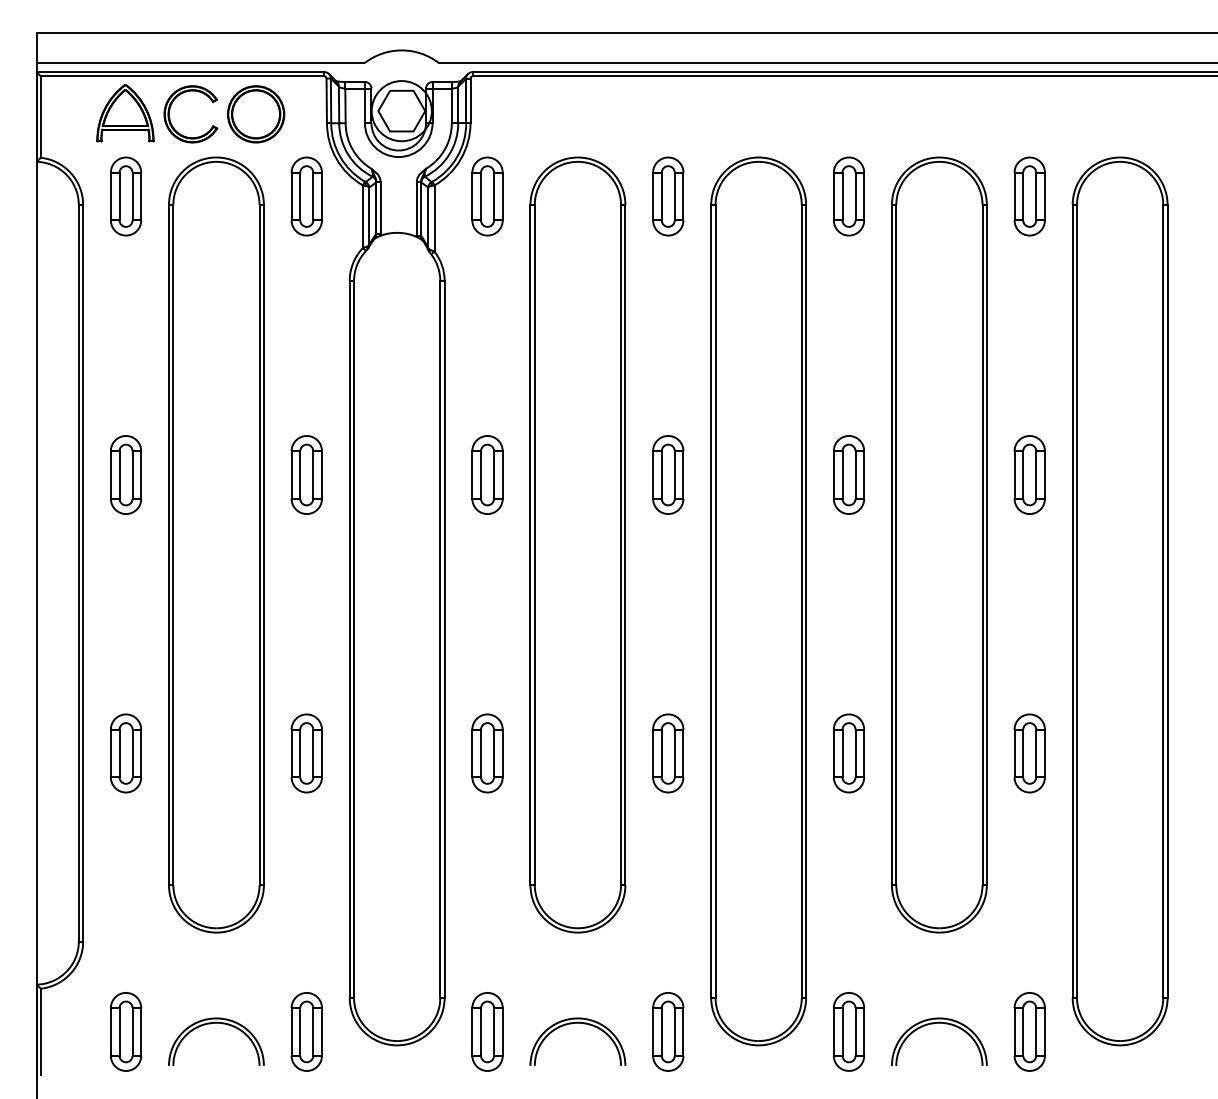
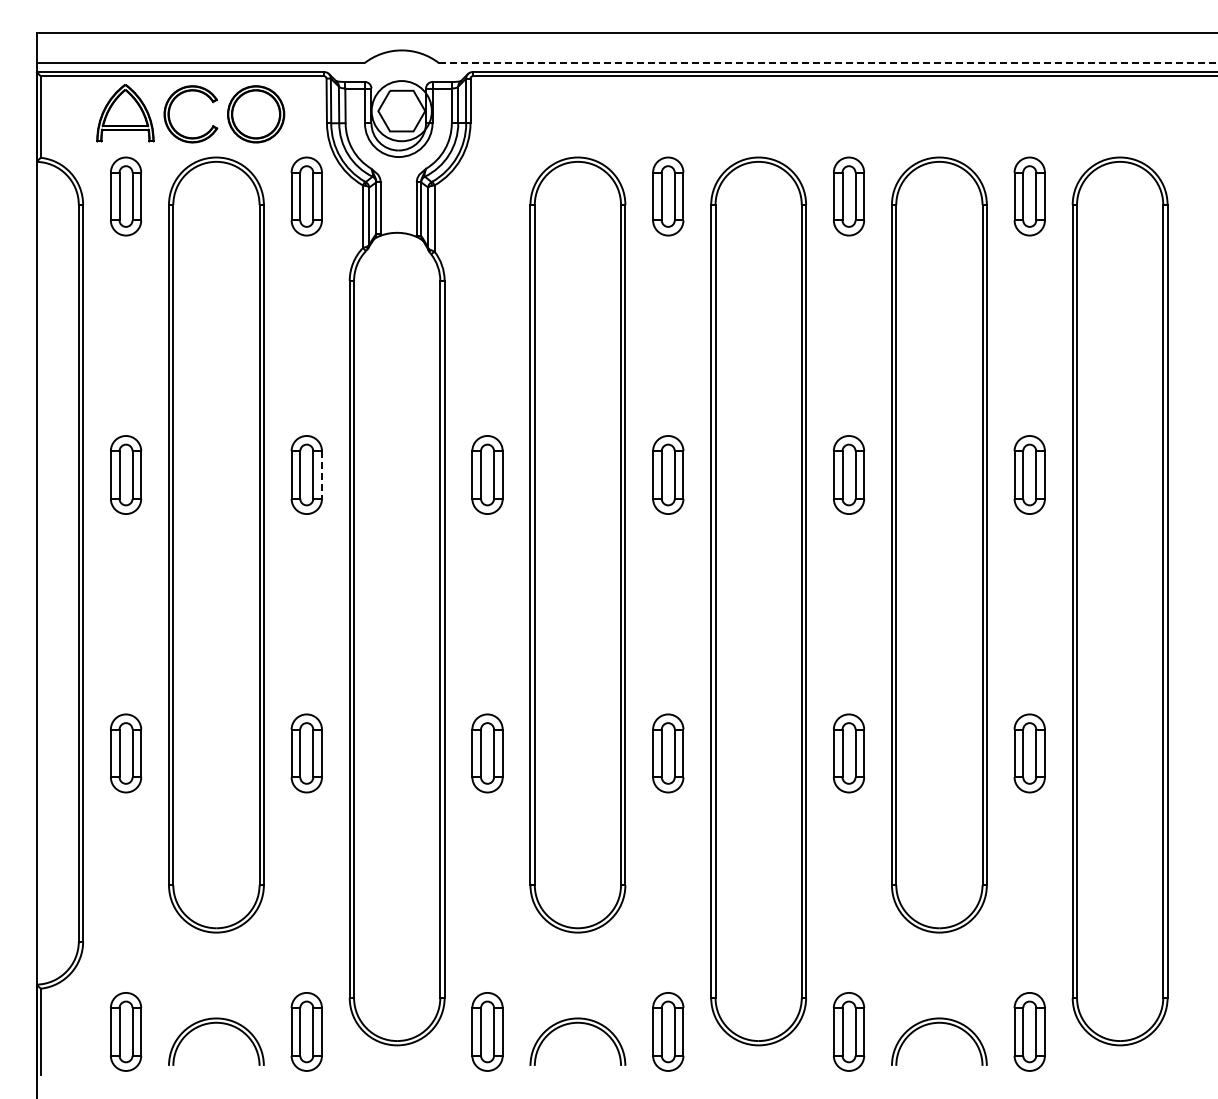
line at (829, 63): solid -> dashed
part at (487, 196): present -> none
line at (321, 475): solid -> dashed
